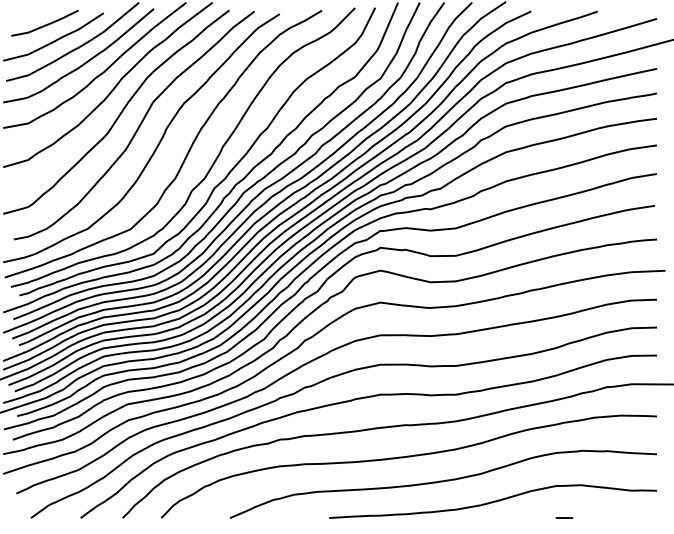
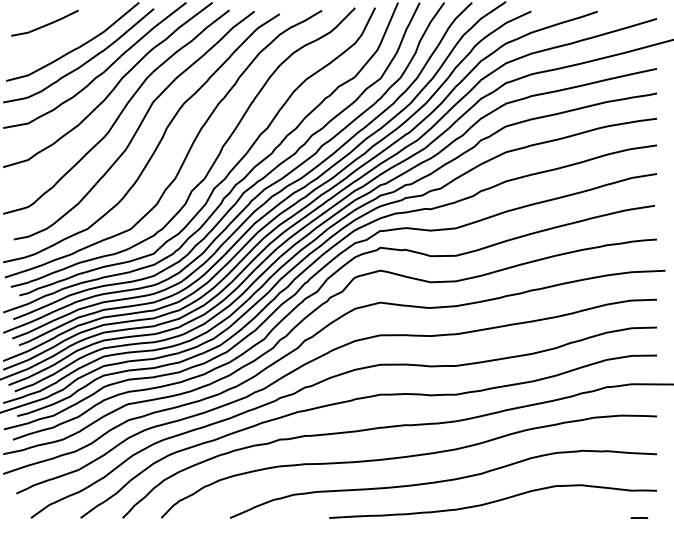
curve at (55, 39): present -> none
line at (564, 517) position: (564, 517) -> (639, 517)
